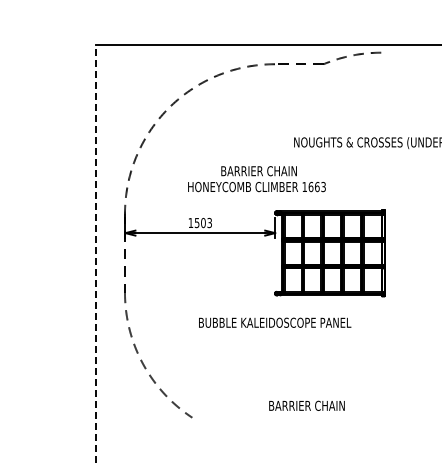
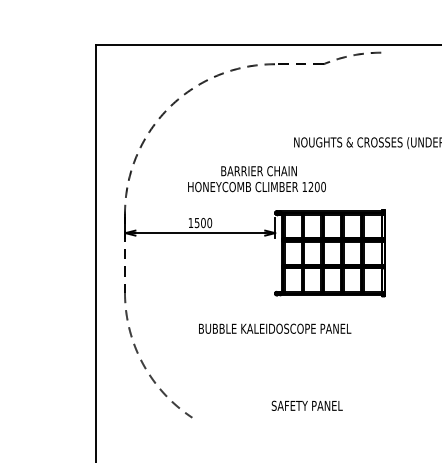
text at (316, 187): 1663 -> 1200
text at (209, 223): 1503 -> 1500
line at (95, 253): dashed -> solid
text at (275, 322) position: (275, 322) -> (275, 328)
text at (306, 405): BARRIER CHAIN -> SAFETY PANEL
